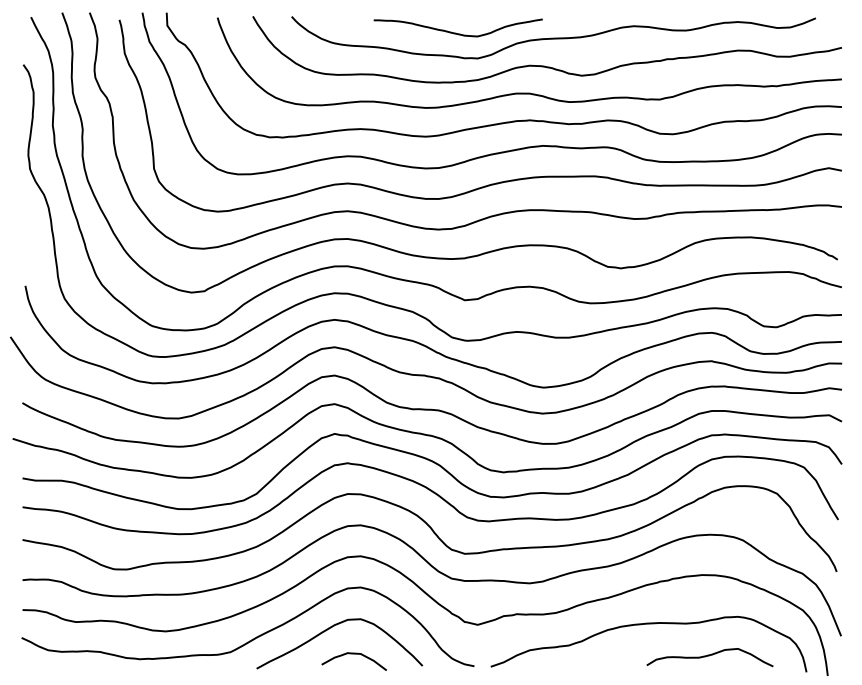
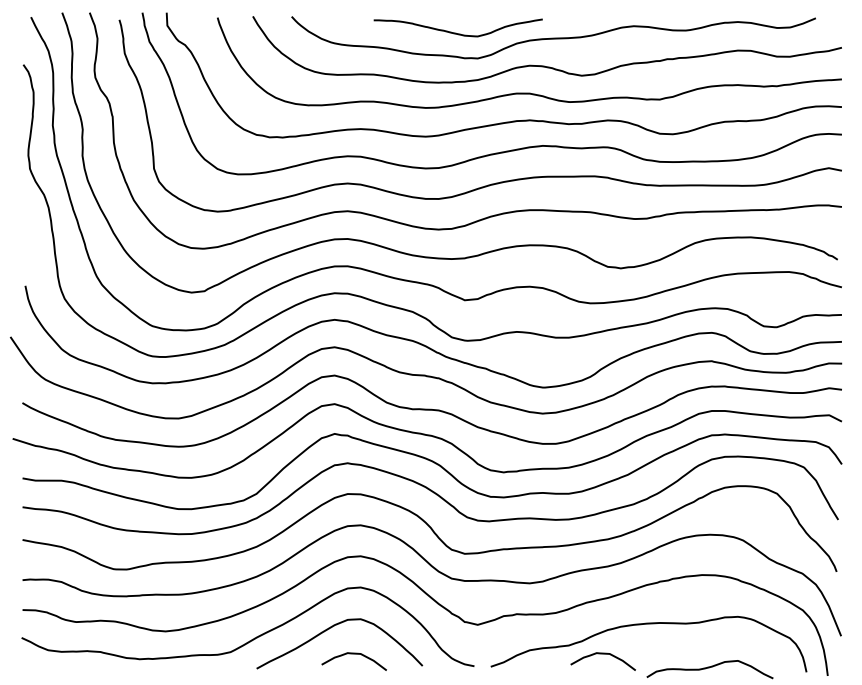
curve at (602, 654): none -> present
curve at (709, 656) position: (709, 656) -> (709, 668)
